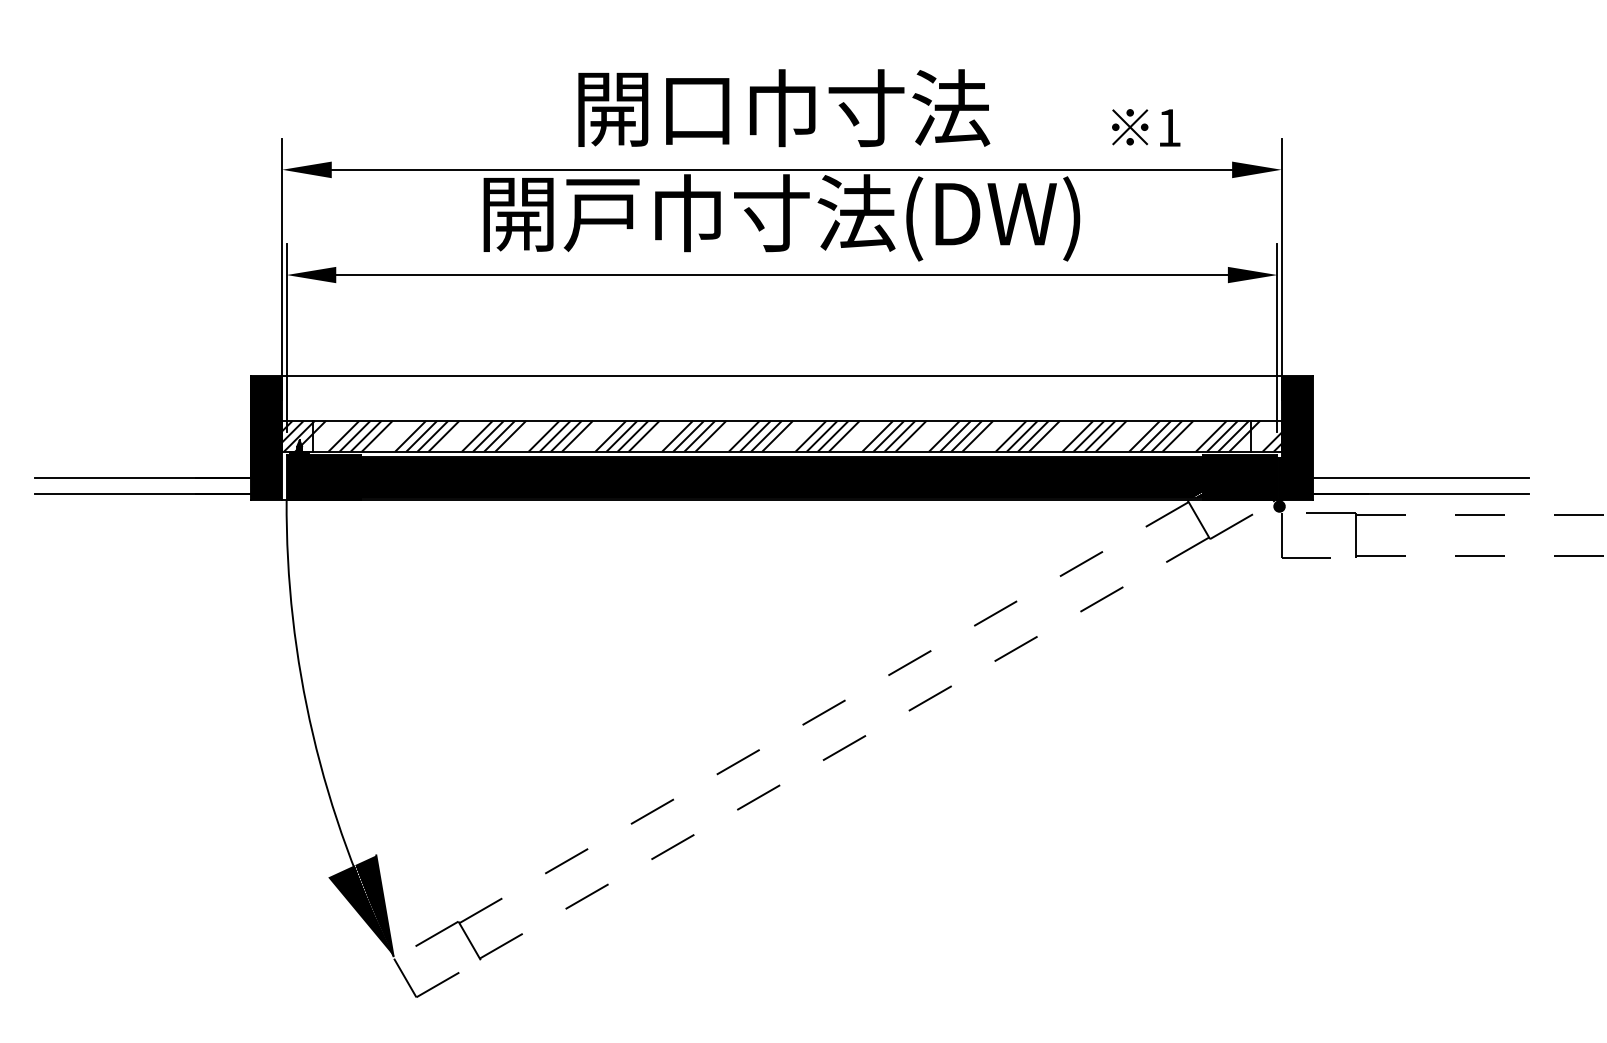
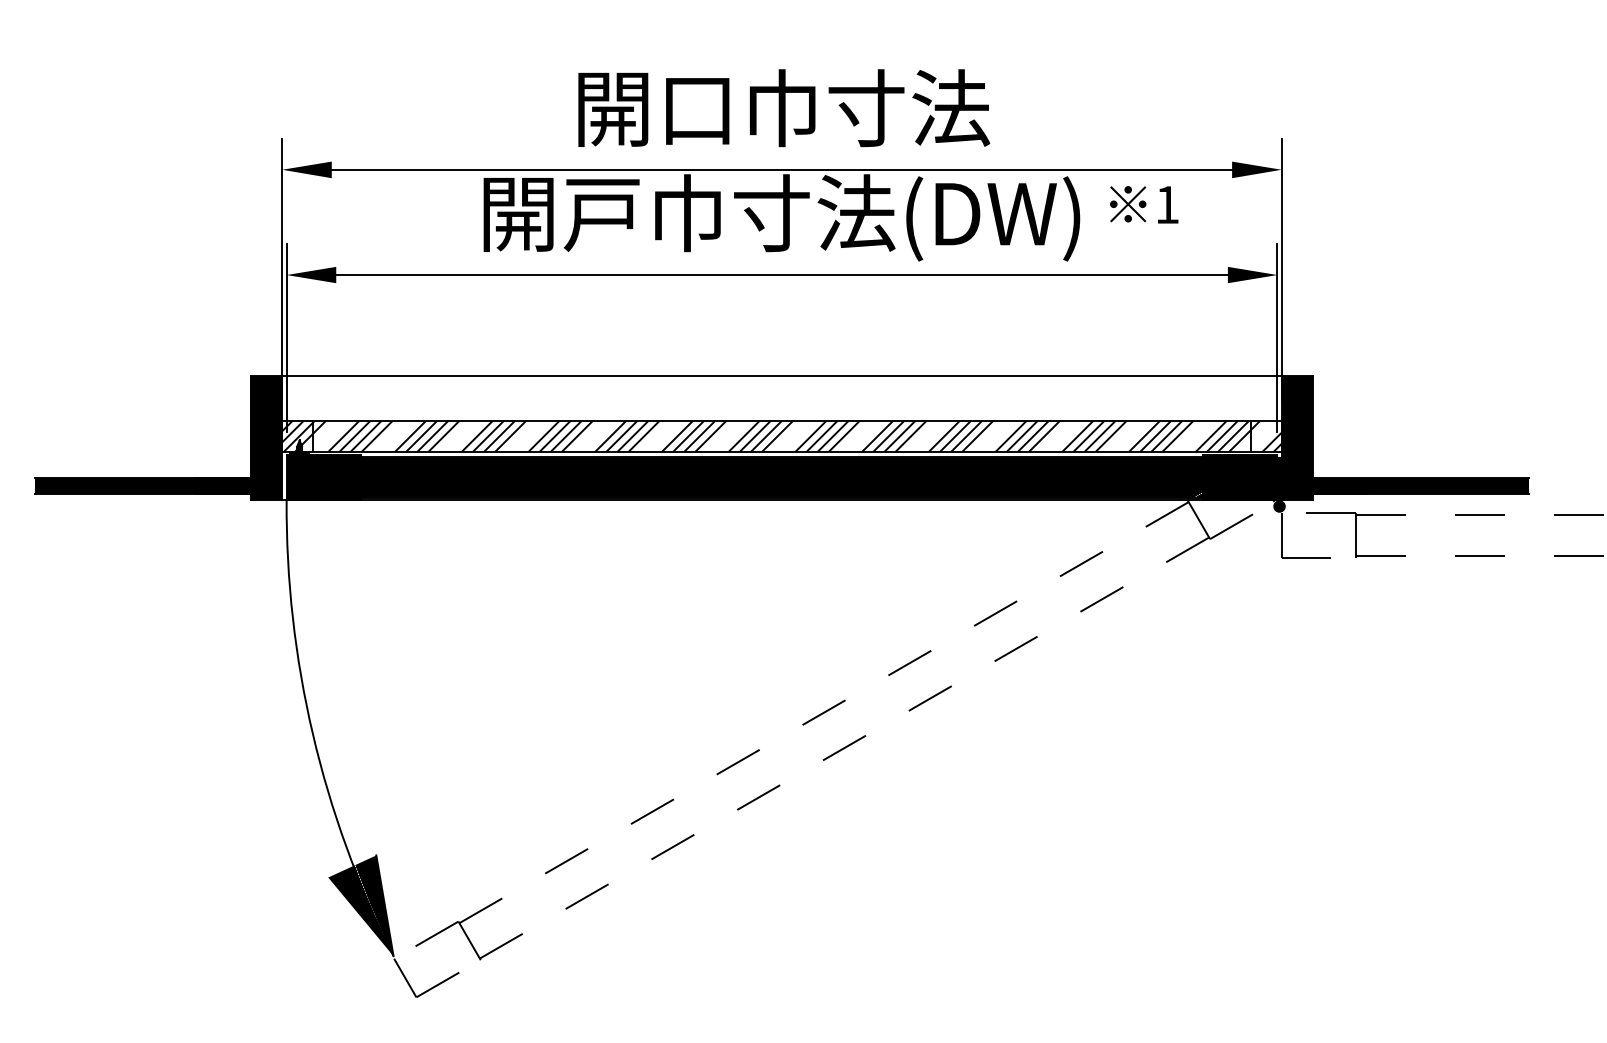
text at (1146, 127) position: (1146, 127) -> (1144, 204)
fill at (142, 485): none -> present
fill at (1420, 485): none -> present
